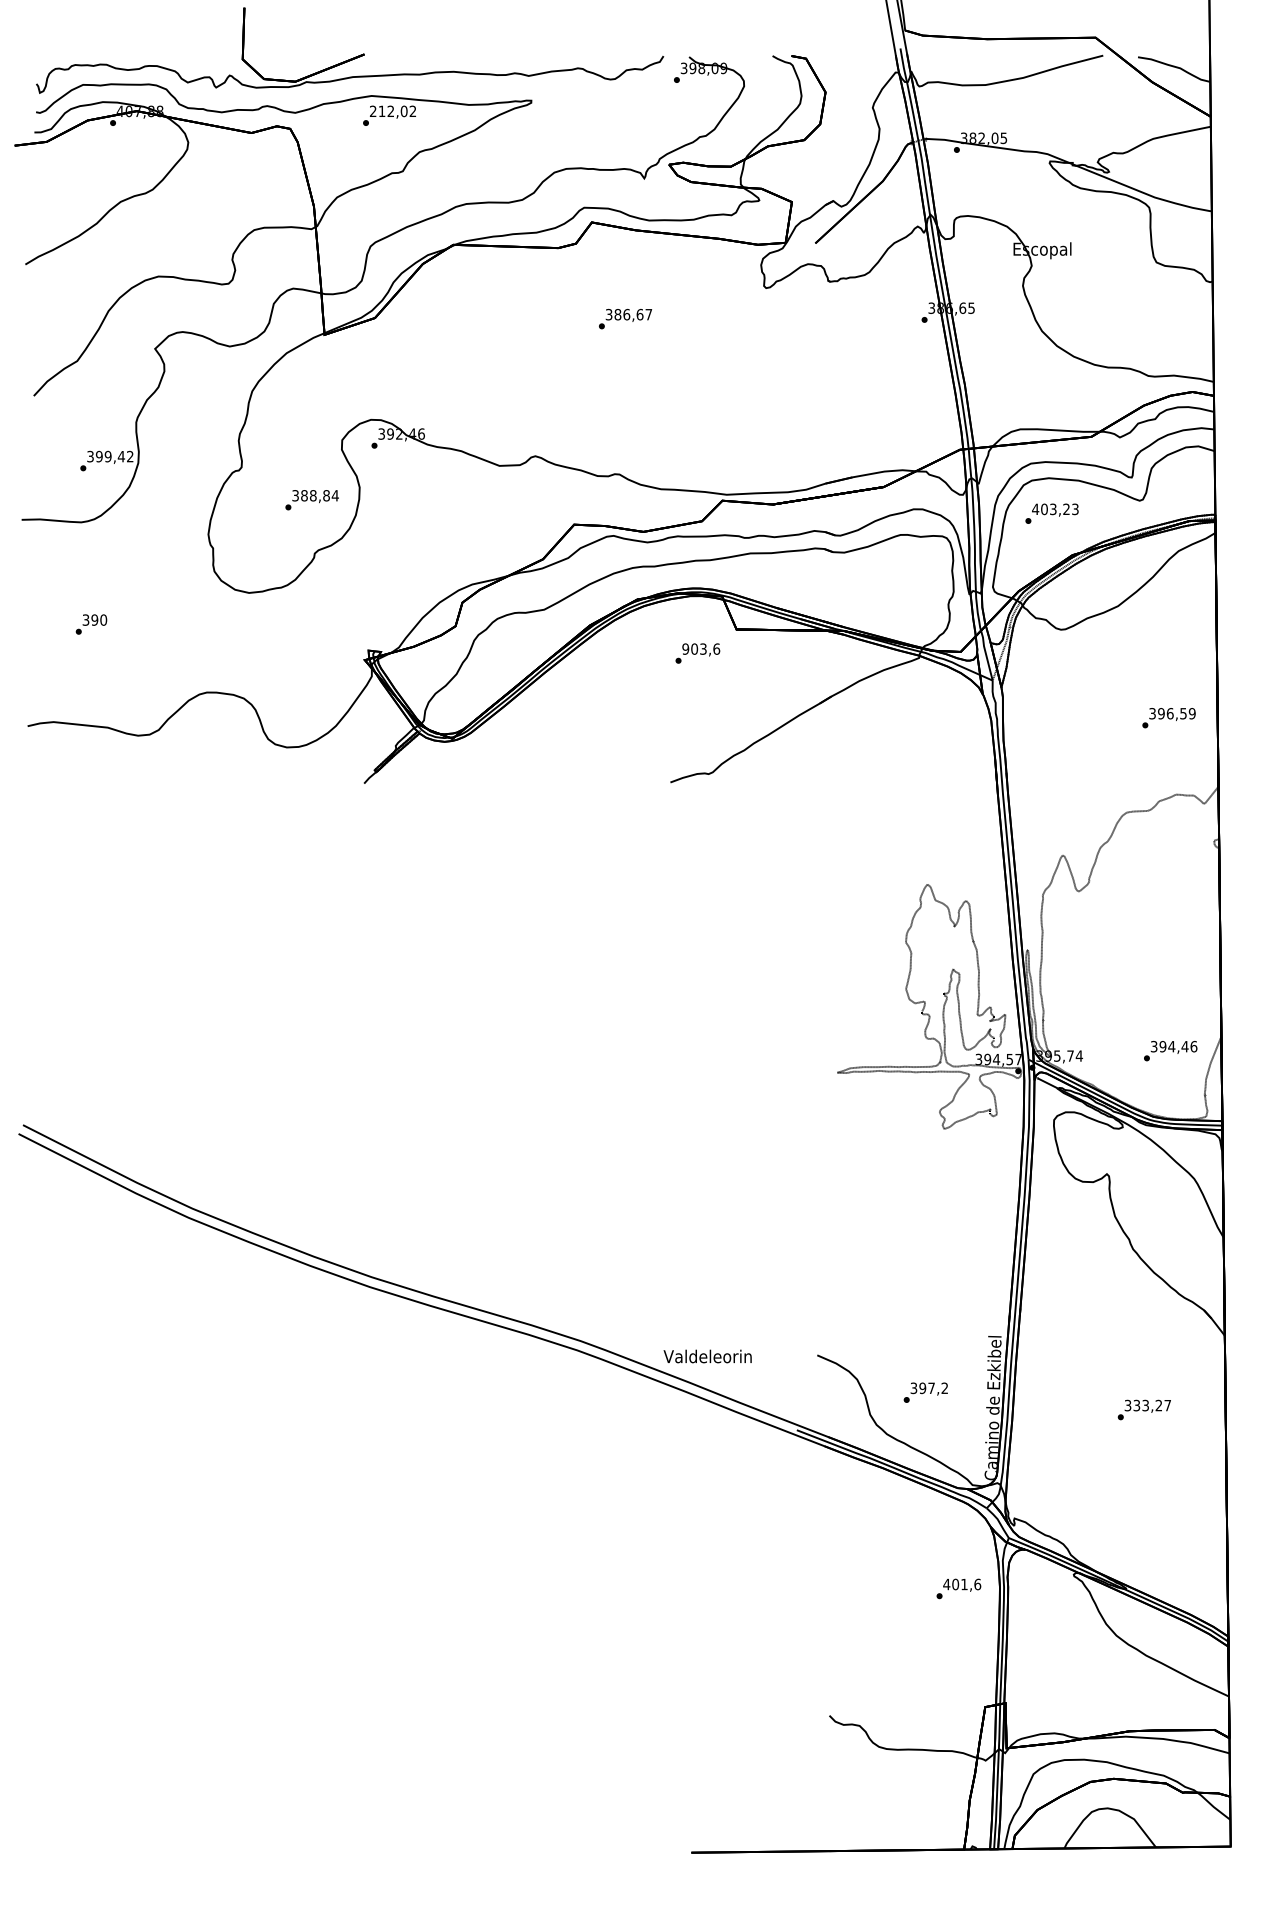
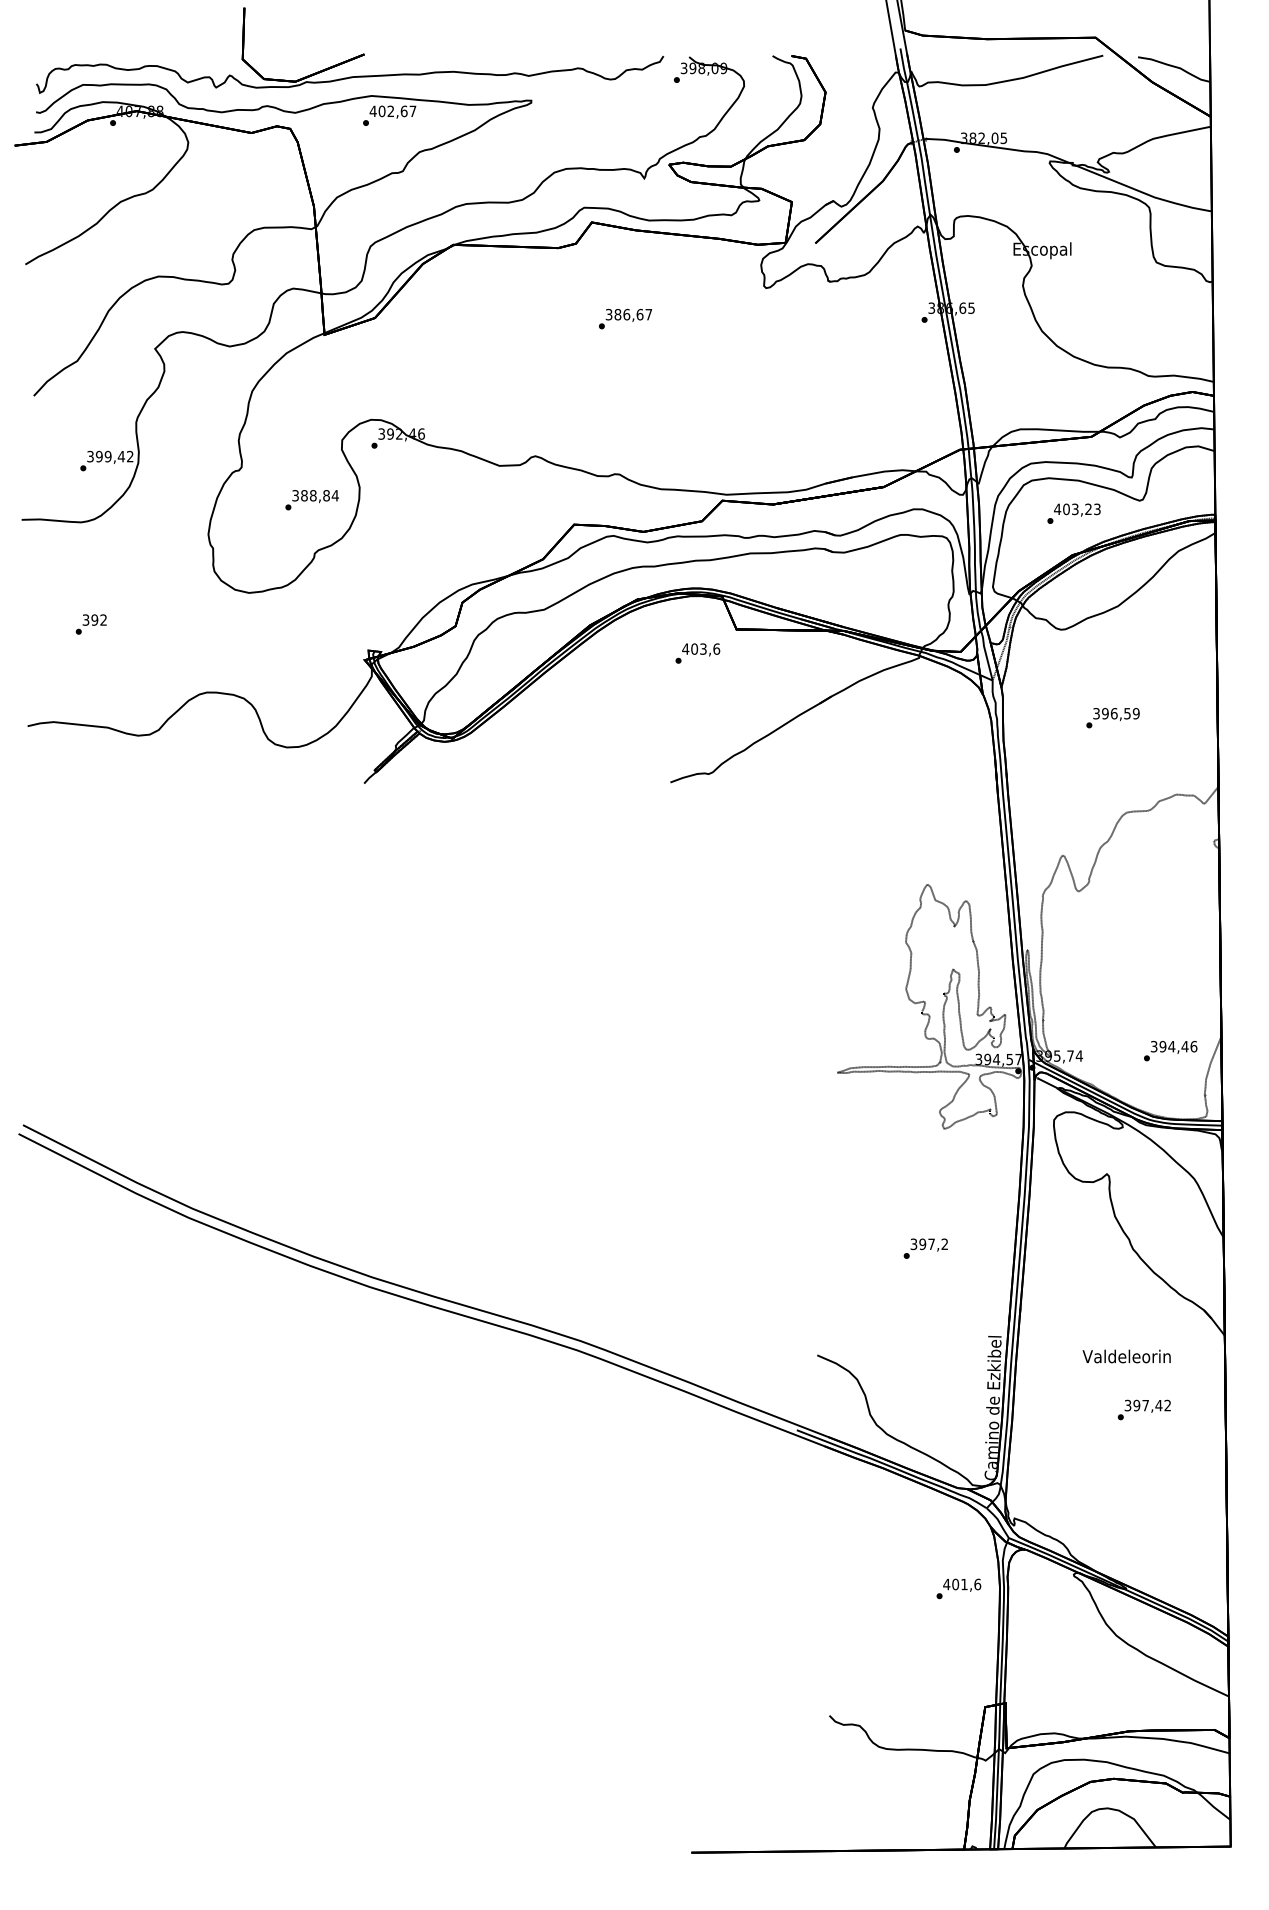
text at (392, 111): 212,02 -> 402,67
text at (1051, 513) position: (1051, 513) -> (1073, 513)
text at (103, 619): 390 -> 392
text at (685, 648): 903,6 -> 403,6
text at (1168, 718) position: (1168, 718) -> (1112, 718)
text at (707, 1356) position: (707, 1356) -> (1126, 1356)
text at (925, 1392) position: (925, 1392) -> (925, 1248)
text at (1151, 1405): 333,27 -> 397,42
